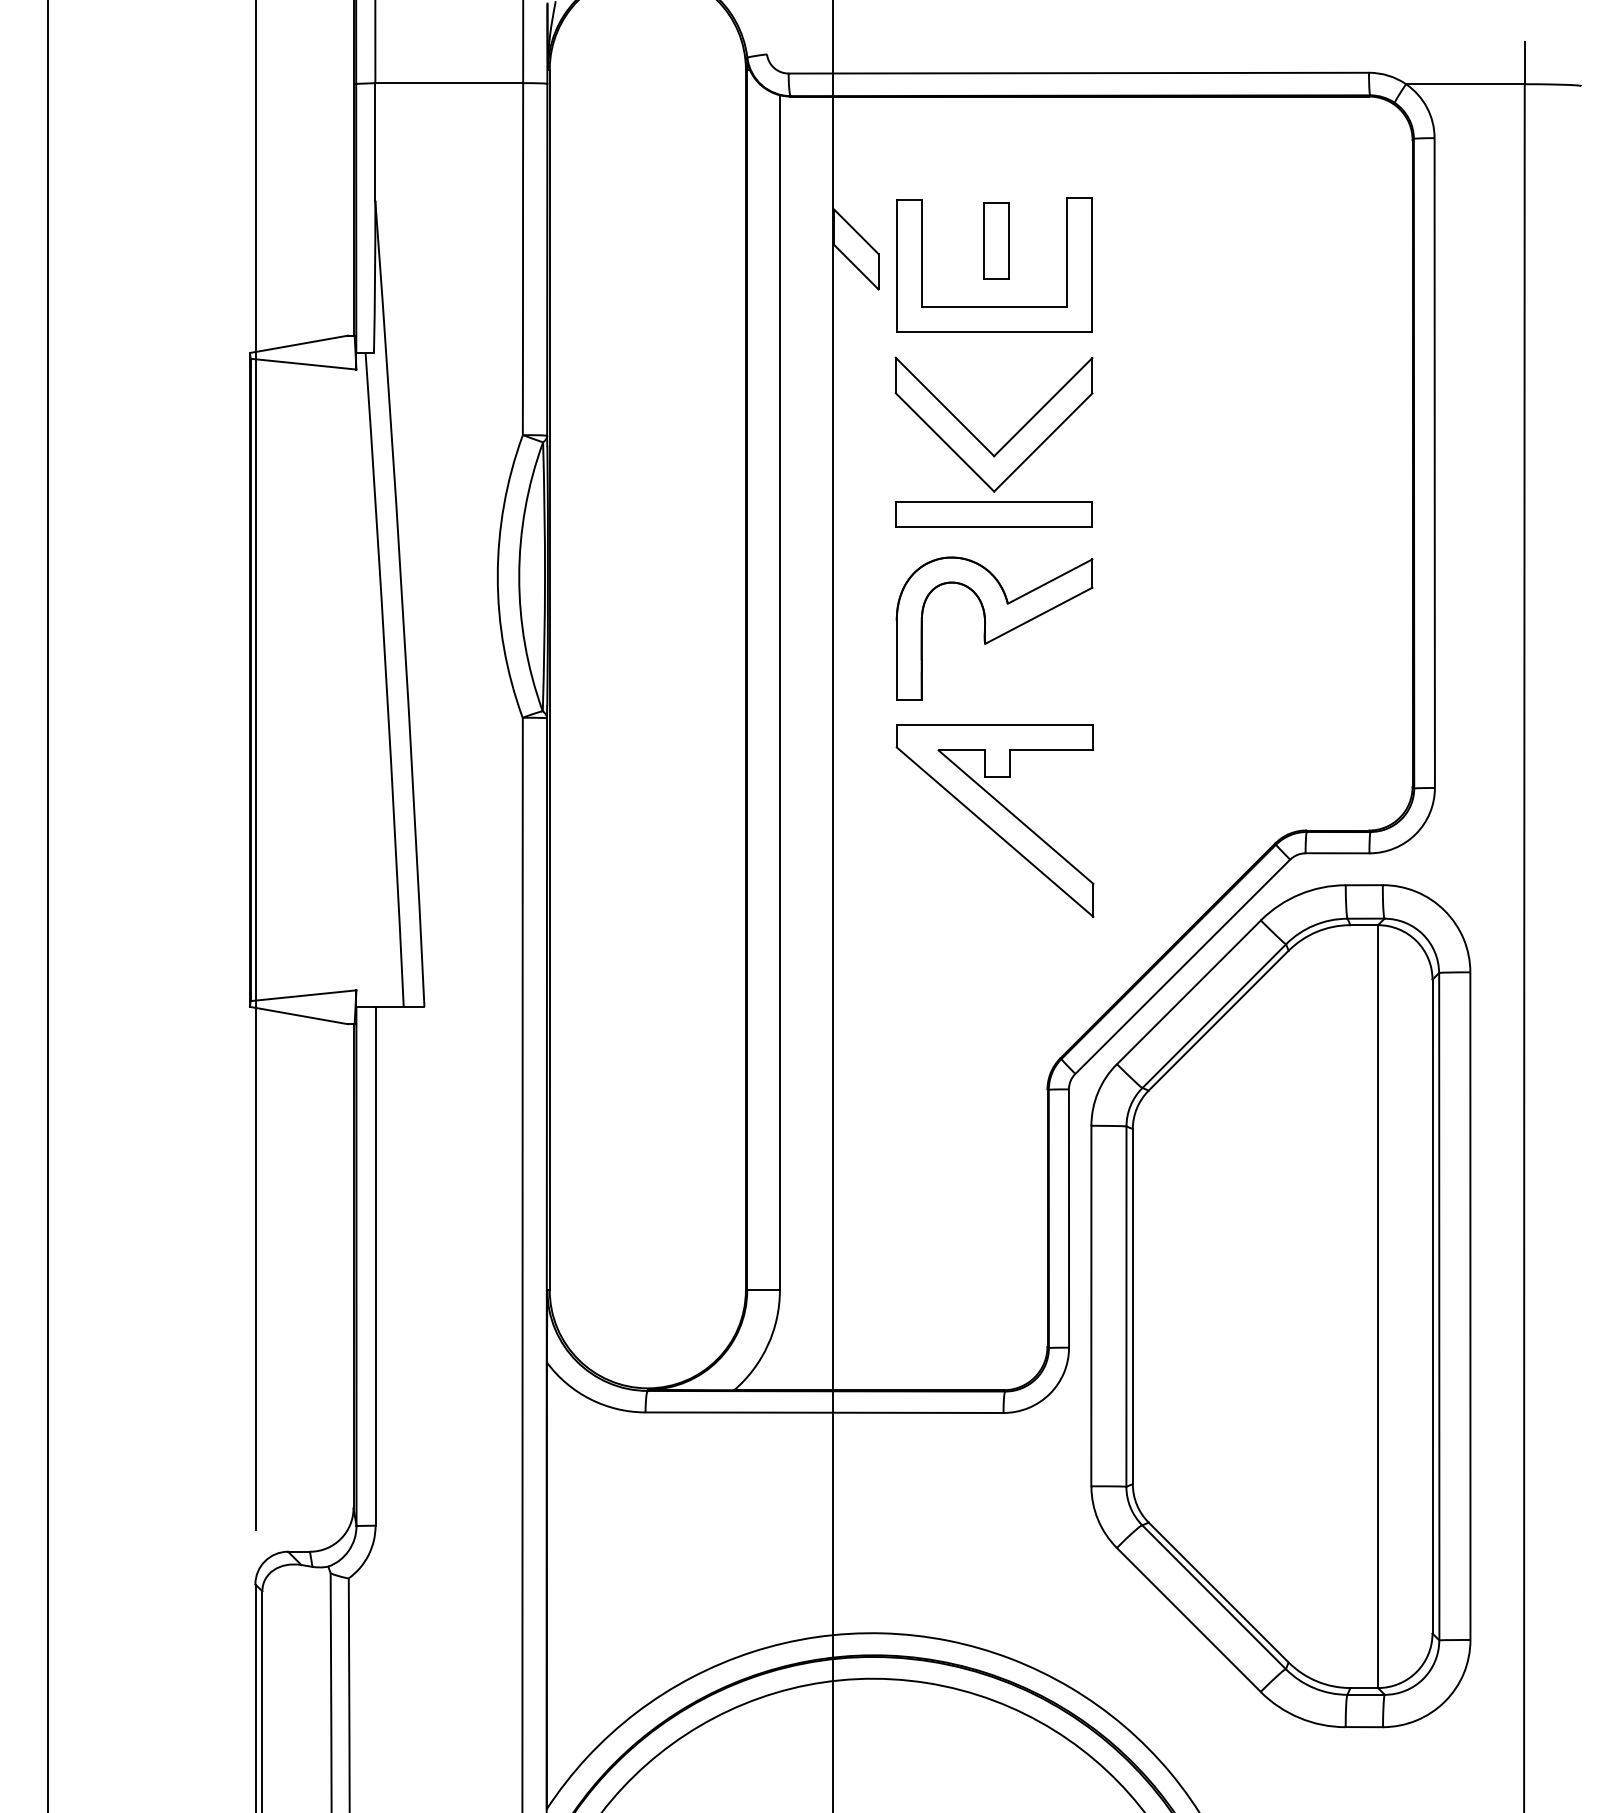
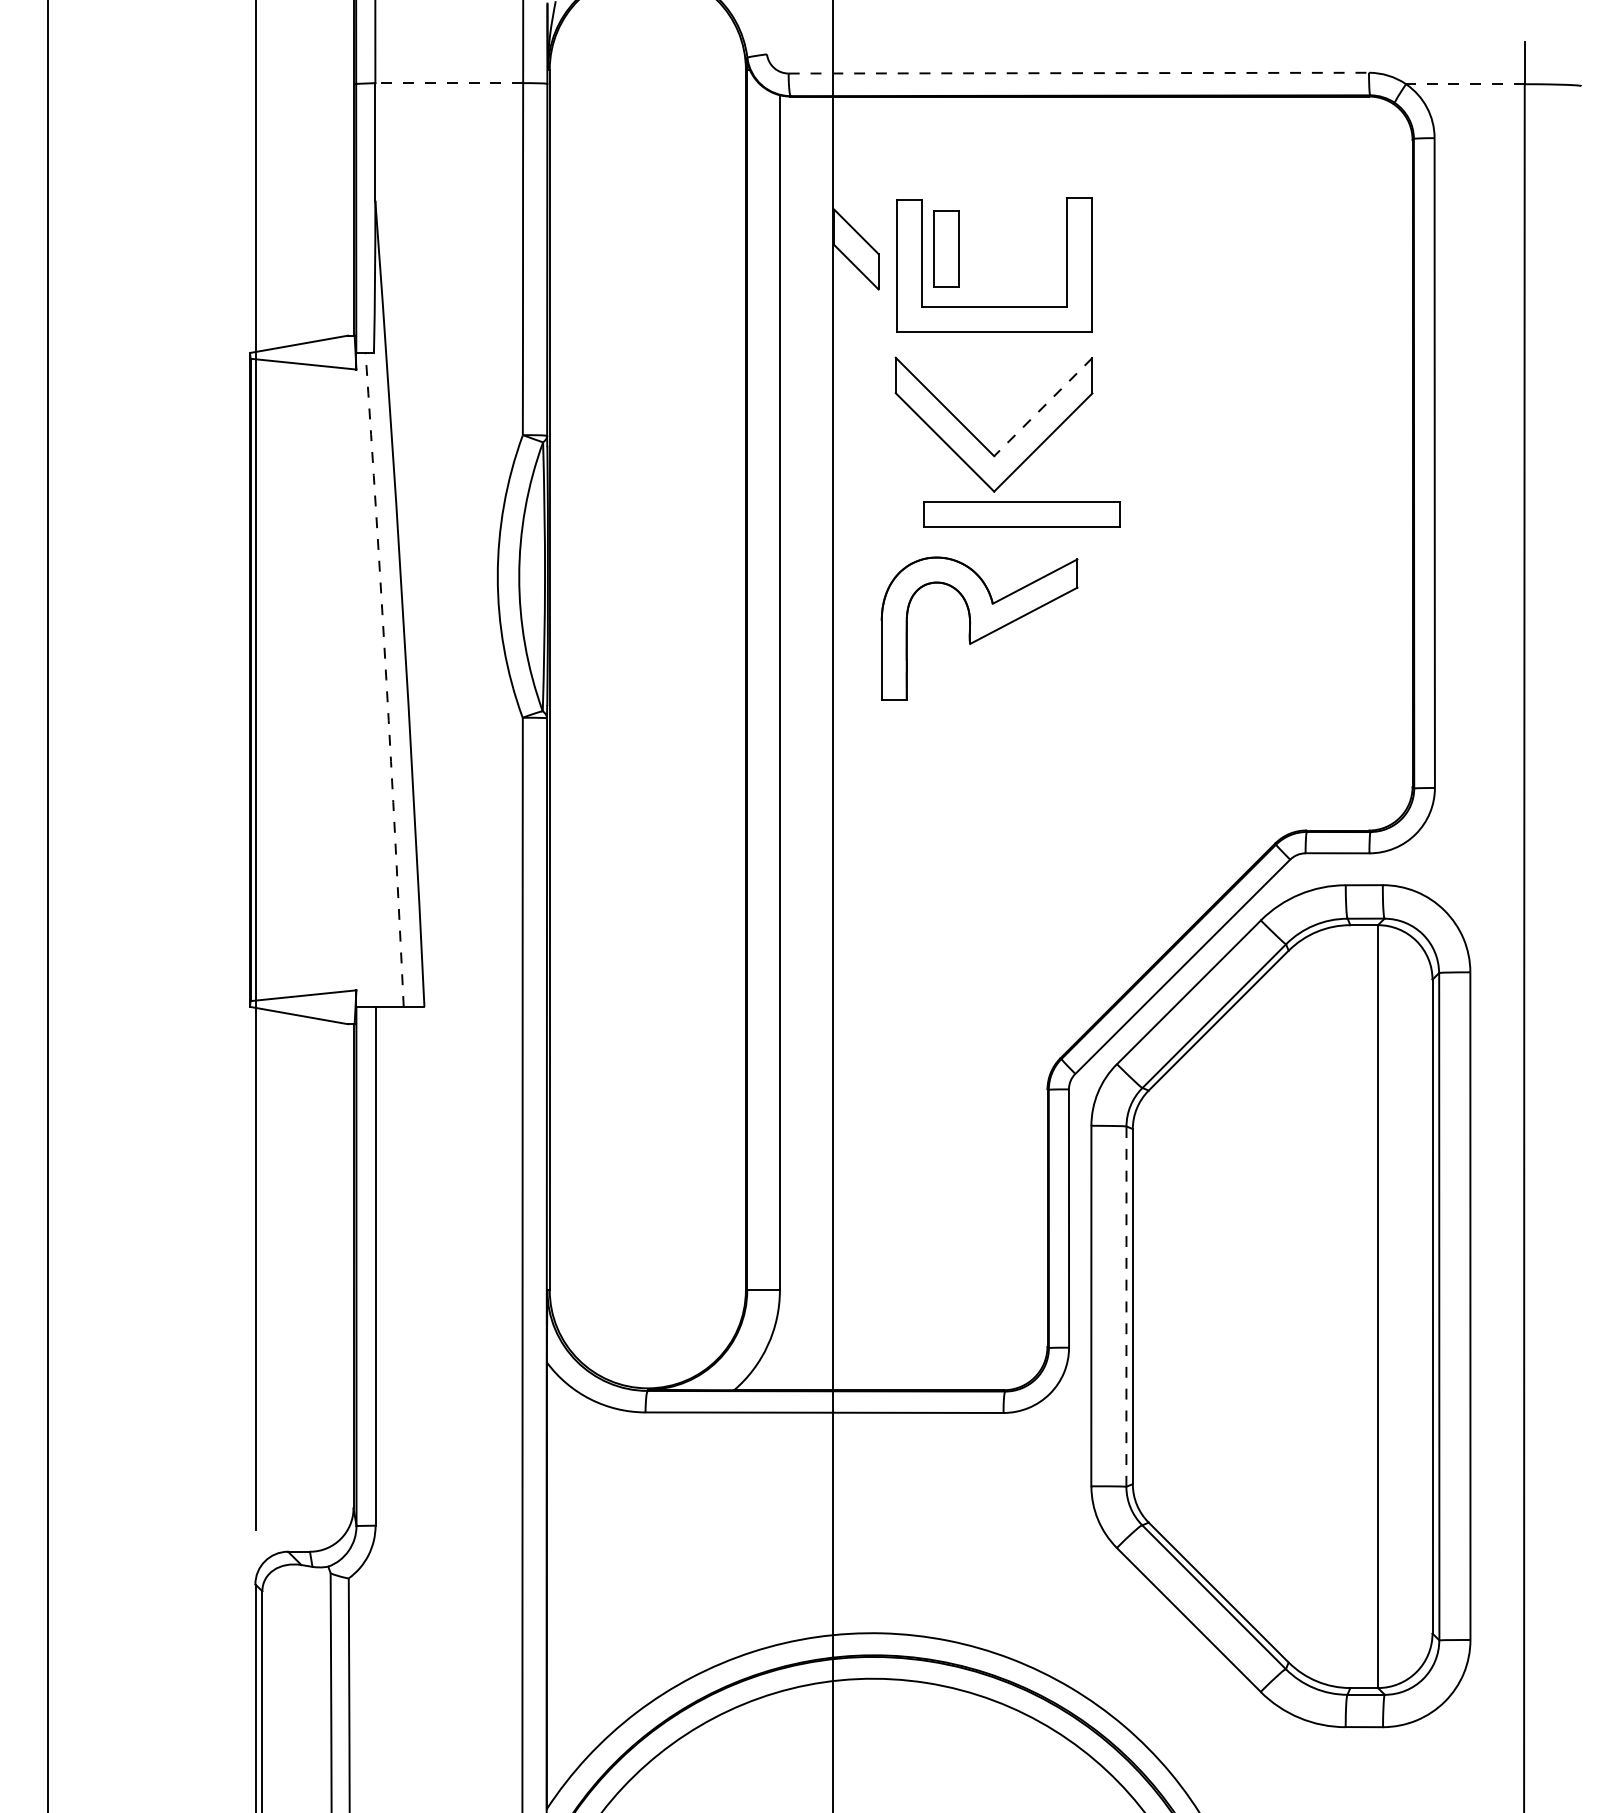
line at (1079, 73): solid -> dashed
line at (449, 83): solid -> dashed
line at (1464, 84): solid -> dashed
part at (996, 240) position: (996, 240) -> (946, 248)
line at (1042, 407): solid -> dashed
part at (993, 514) position: (993, 514) -> (1021, 514)
part at (994, 628) position: (994, 628) -> (979, 628)
arc at (386, 679): solid -> dashed
part at (994, 820): present -> none
line at (1126, 1306): solid -> dashed
